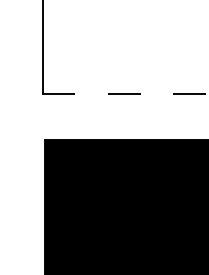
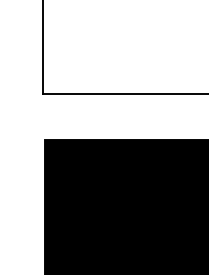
line at (125, 93): dashed -> solid
